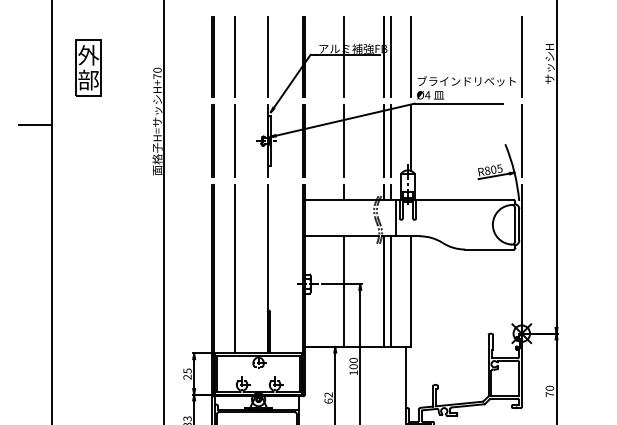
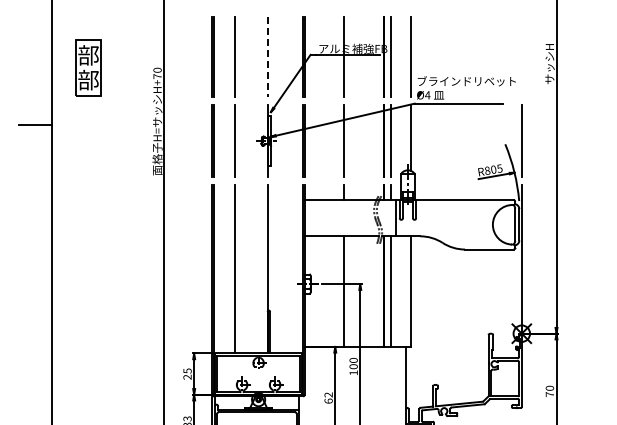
text at (88, 55): 外 -> 部
line at (521, 56): present -> none
line at (267, 57): solid -> dashed
